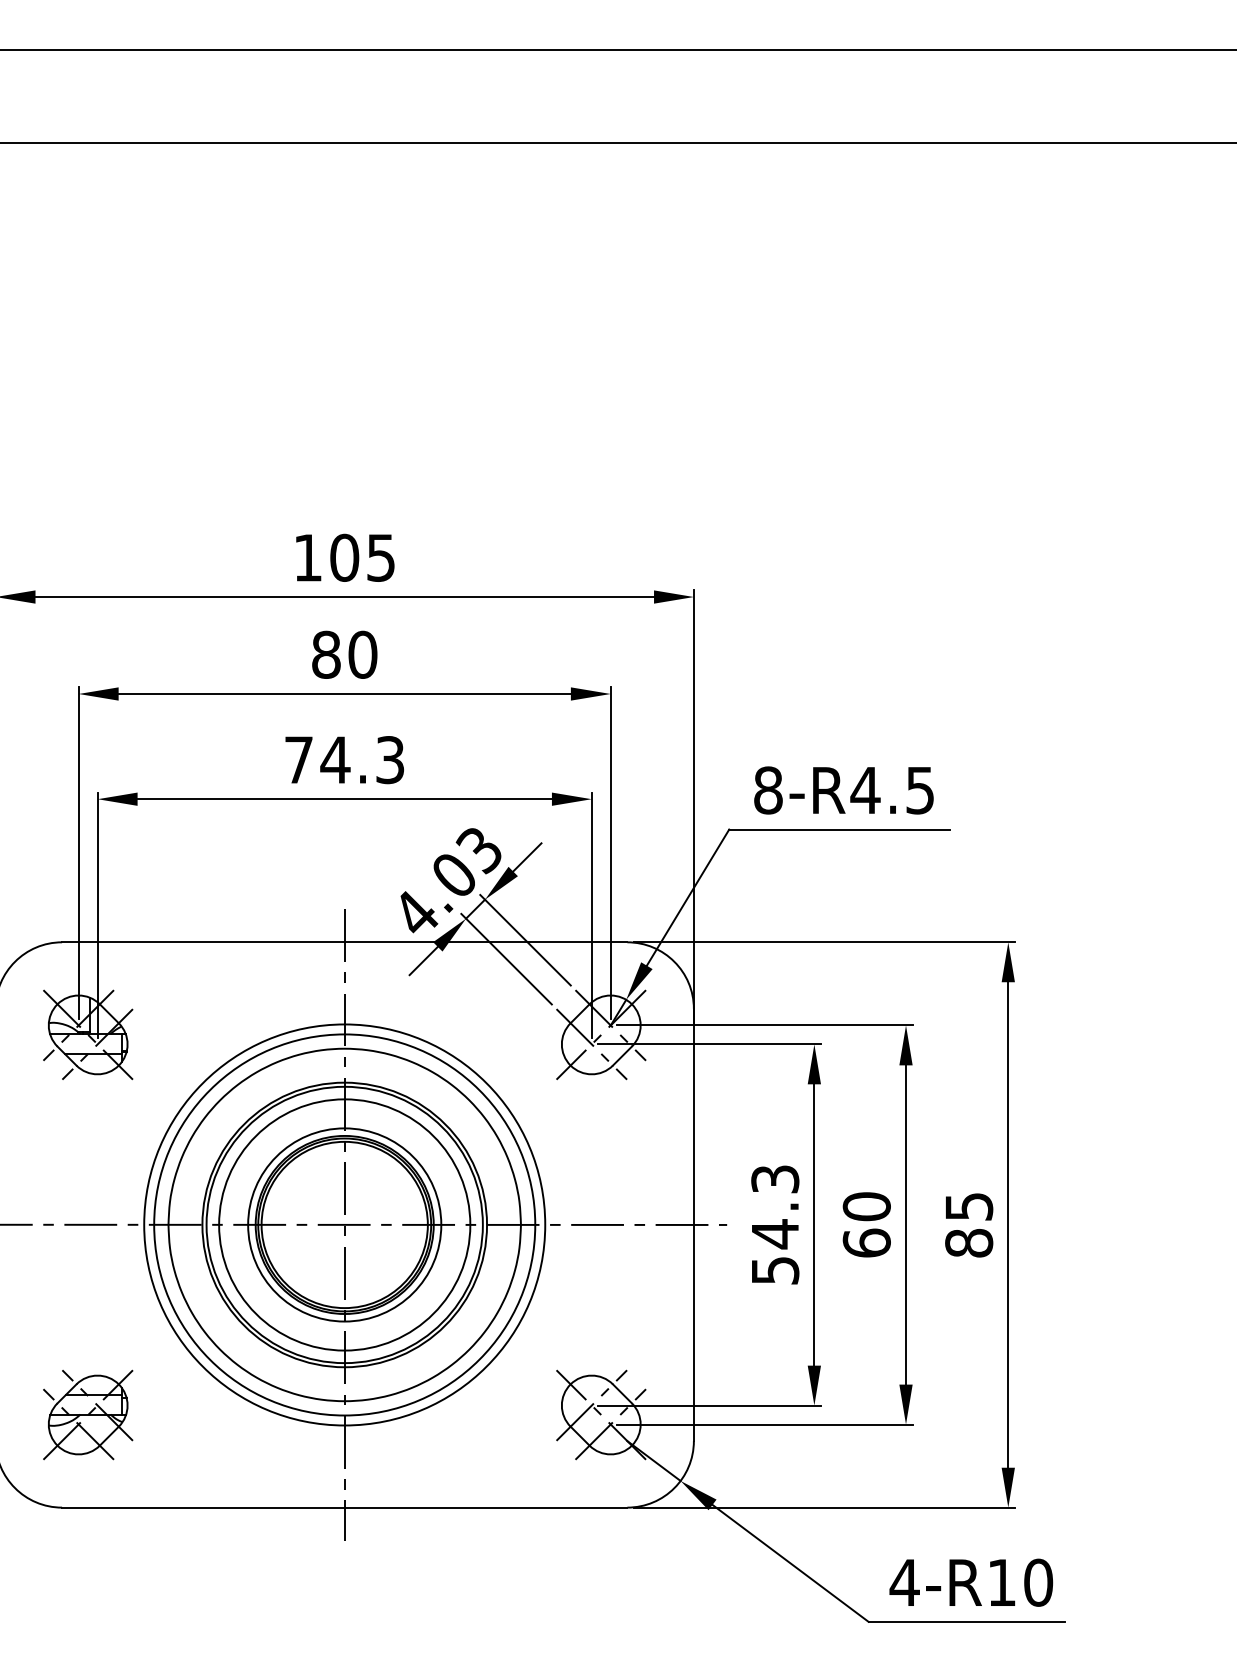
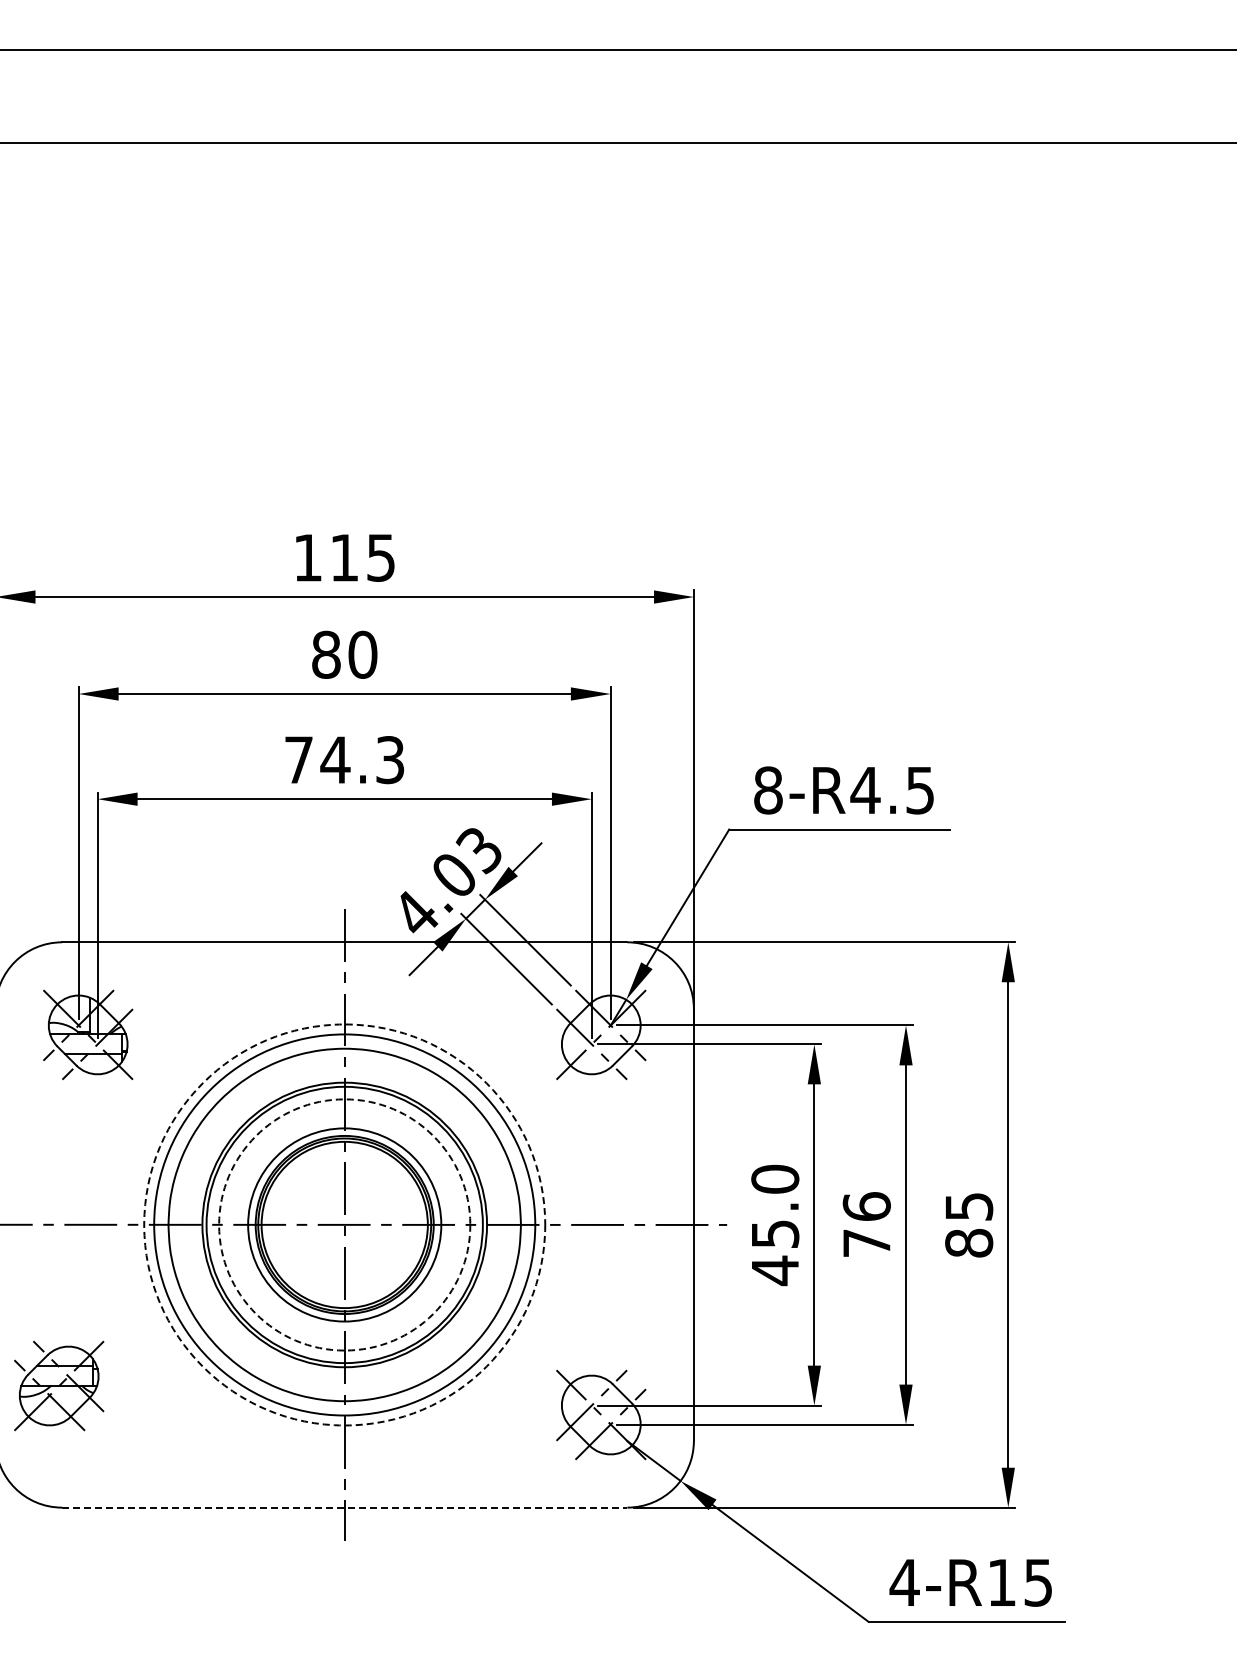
text at (344, 557): 105 -> 115
circle at (344, 1224): solid -> dashed
circle at (344, 1224): solid -> dashed
text at (866, 1224): 60 -> 76
text at (775, 1225): 54.3 -> 45.0
part at (88, 1414) position: (88, 1414) -> (59, 1385)
line at (344, 1507): solid -> dashed
text at (1038, 1582): 4-R10 -> 4-R15
